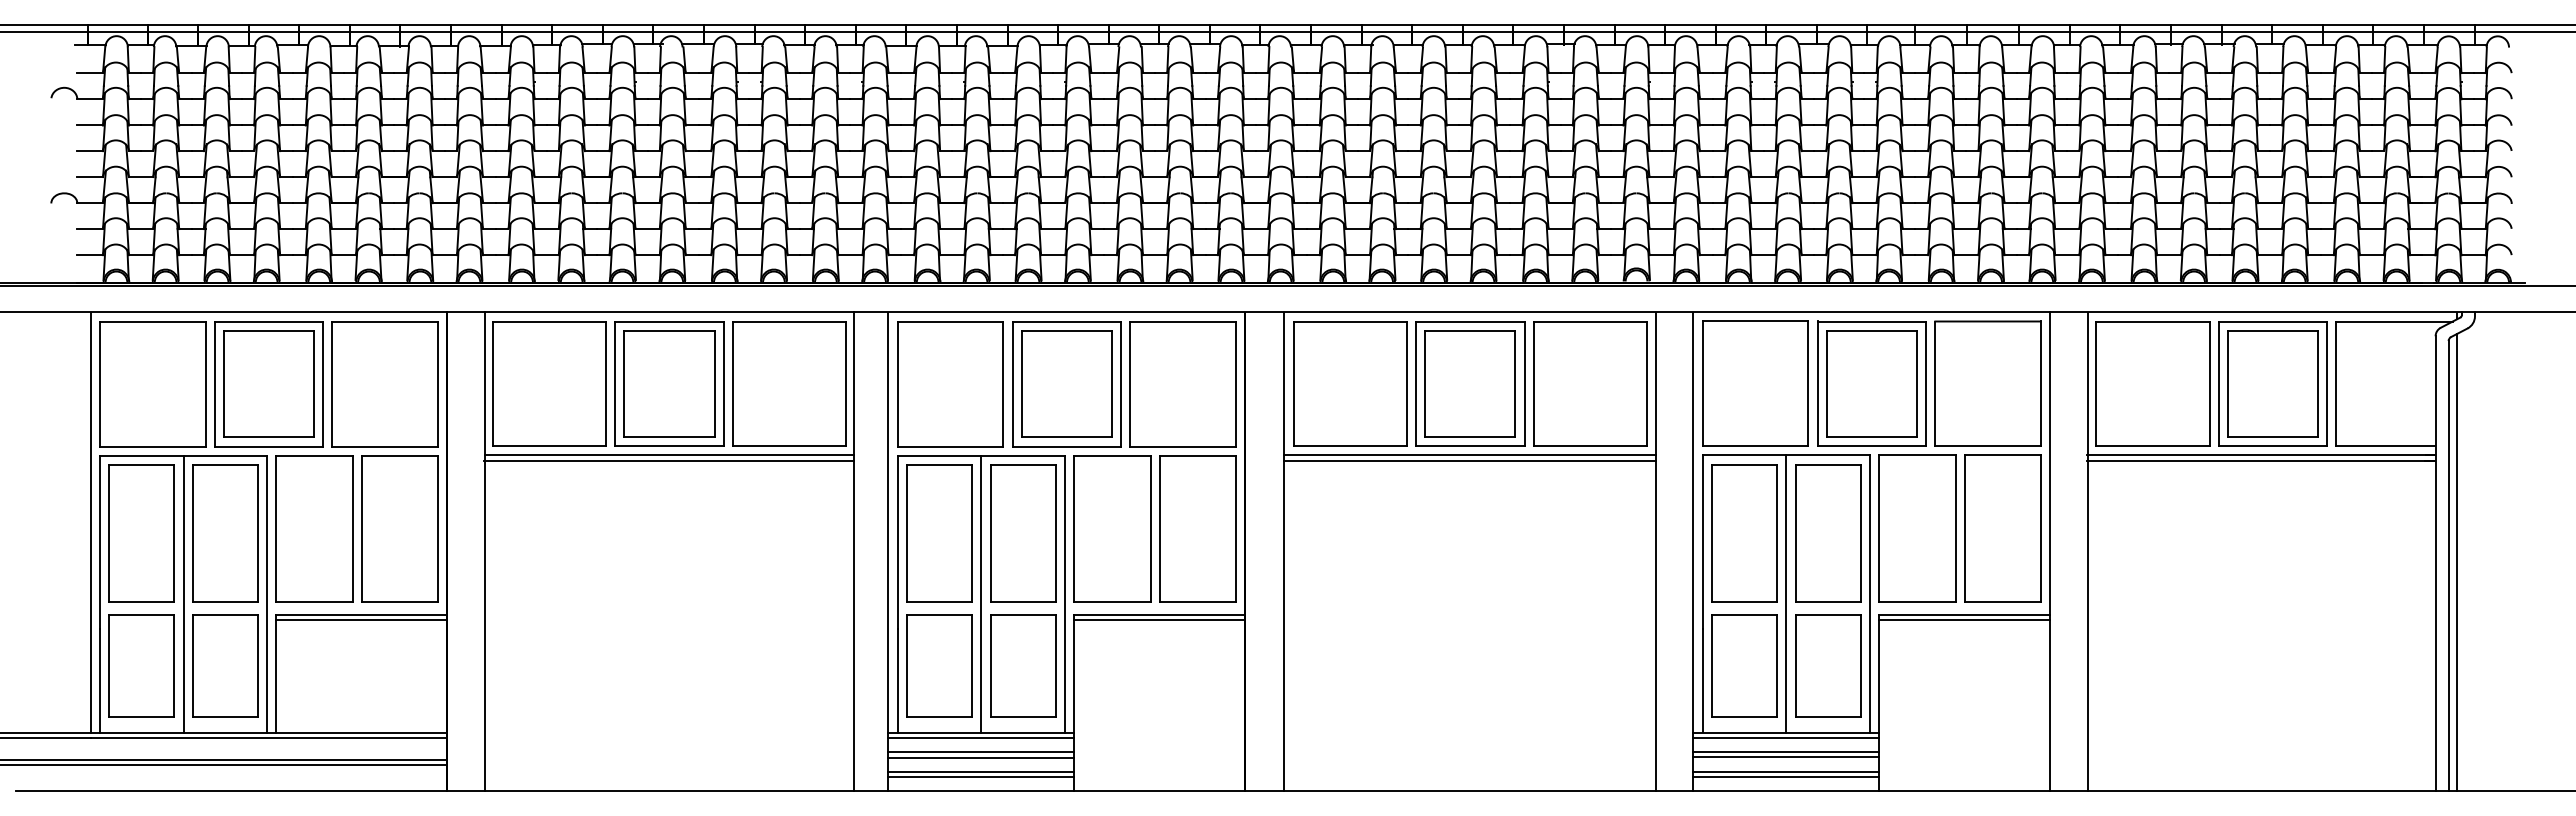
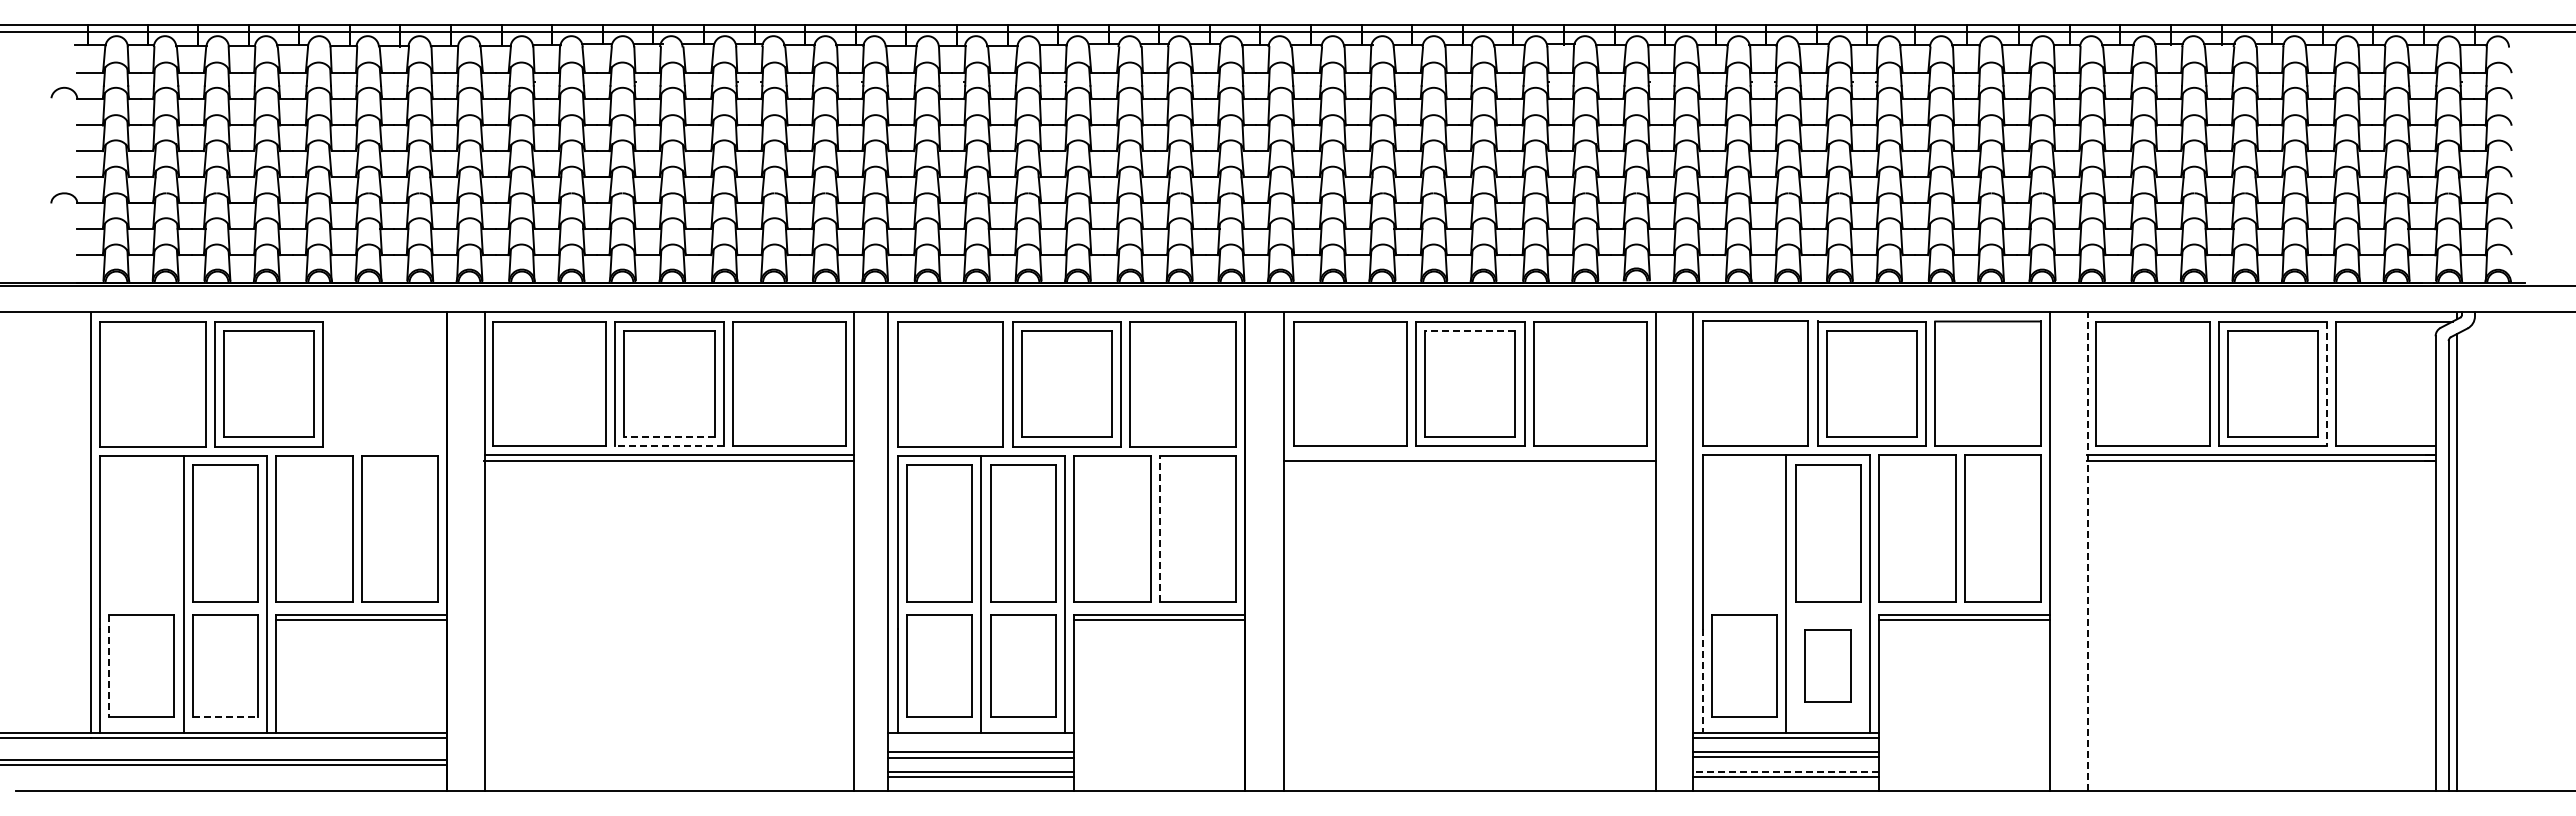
line at (1469, 330): solid -> dashed
part at (384, 384): present -> none
line at (2327, 384): solid -> dashed
line at (668, 437): solid -> dashed
line at (668, 446): solid -> dashed
line at (1470, 455): present -> none
line at (1160, 528): solid -> dashed
part at (141, 533): present -> none
part at (1744, 533): present -> none
line at (2088, 551): solid -> dashed
part at (1828, 665) size: 67x104 px -> 48x74 px
line at (109, 666): solid -> dashed
line at (1702, 680): solid -> dashed
line at (225, 717): solid -> dashed
line at (981, 738): present -> none
line at (1786, 771): solid -> dashed
